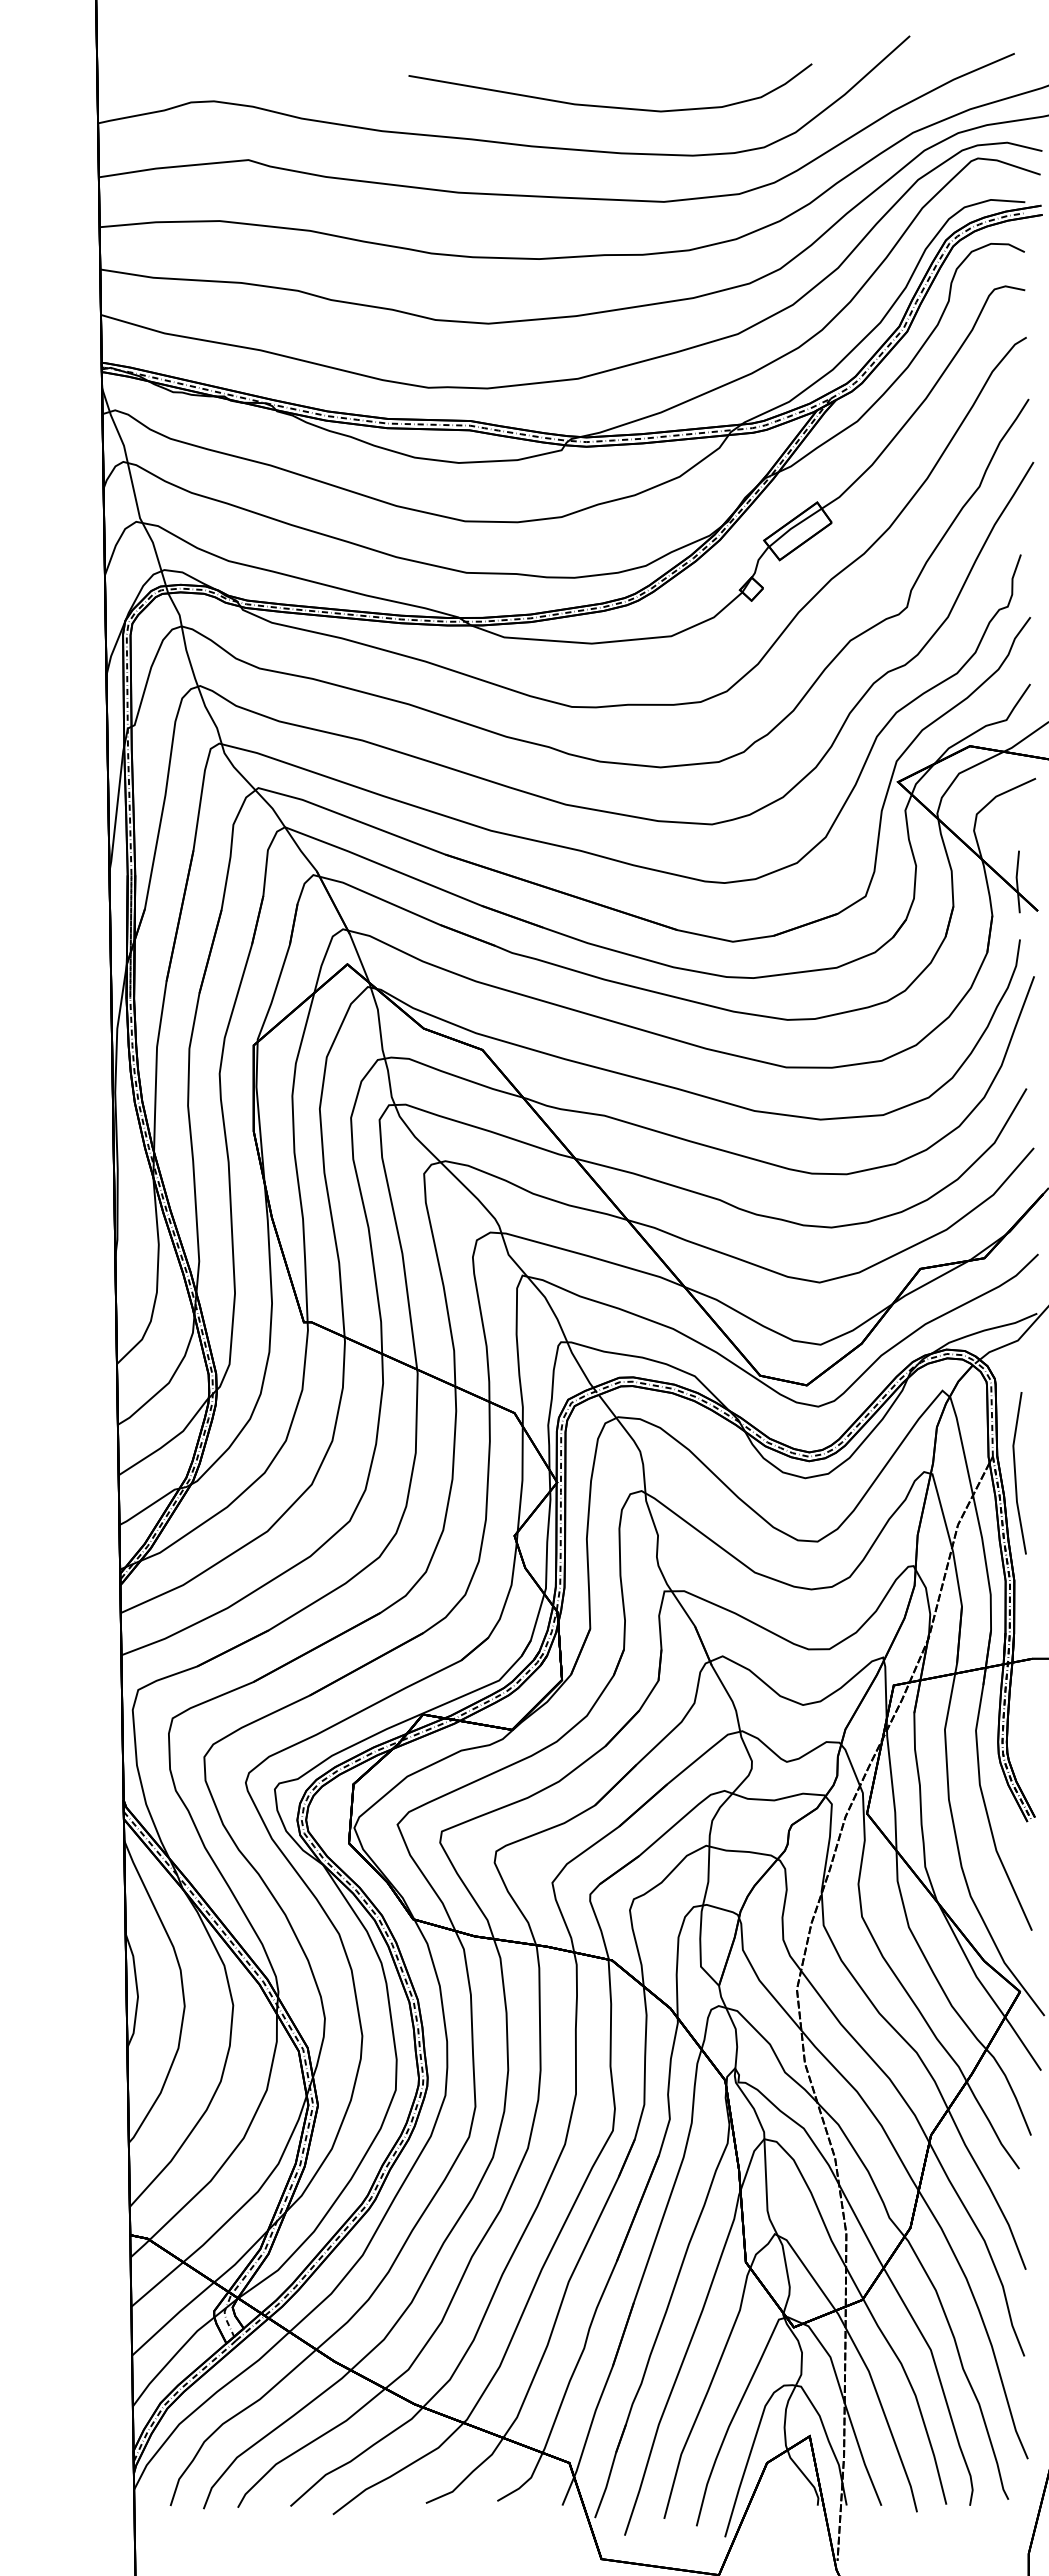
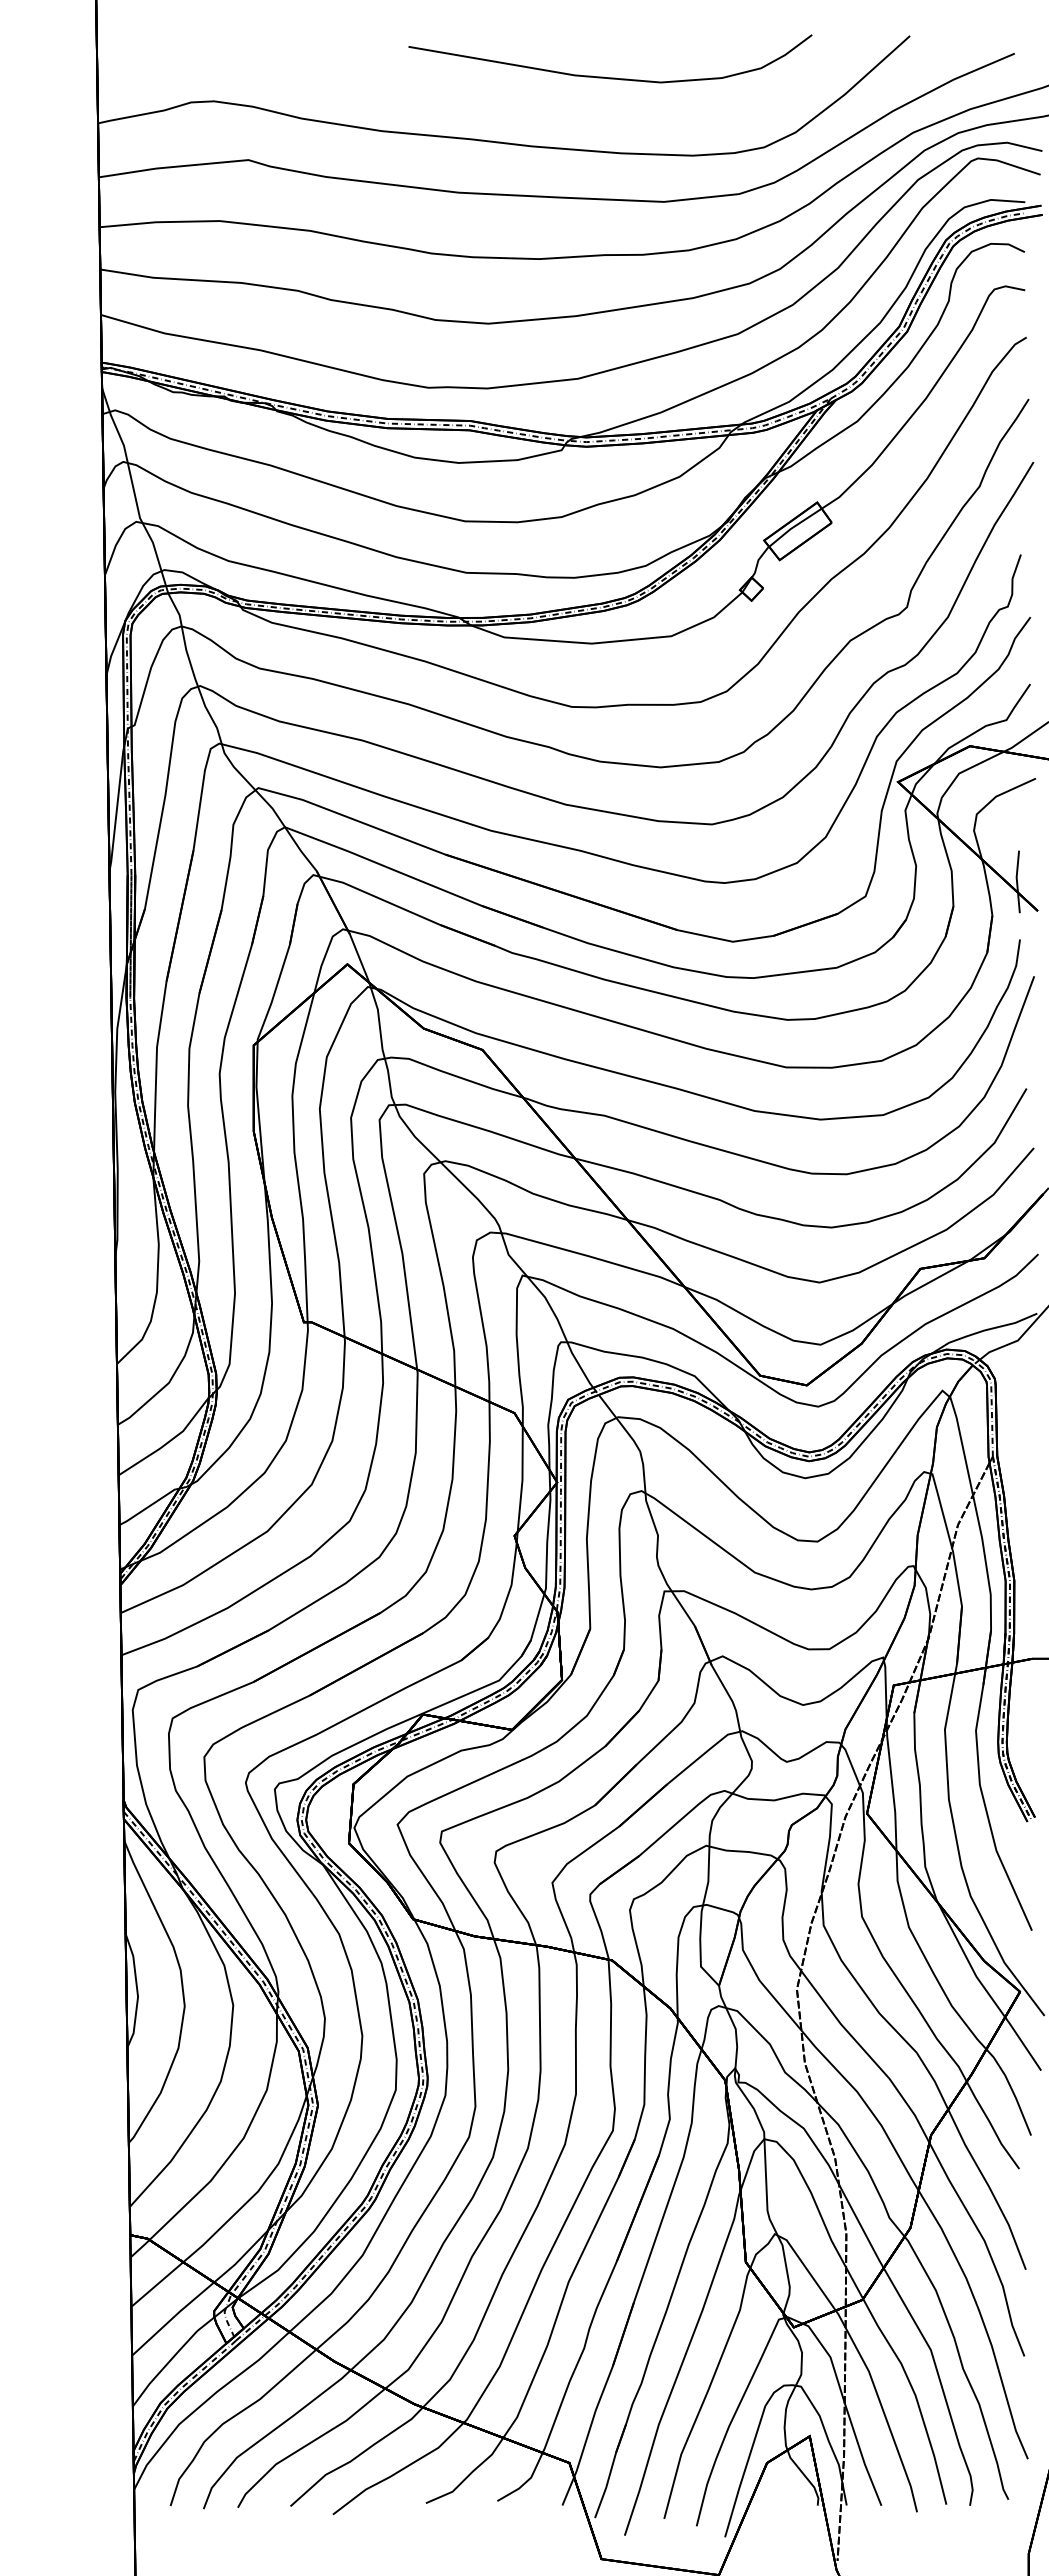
curve at (604, 105) position: (604, 105) -> (604, 76)
line at (1016, 1474): present -> none
